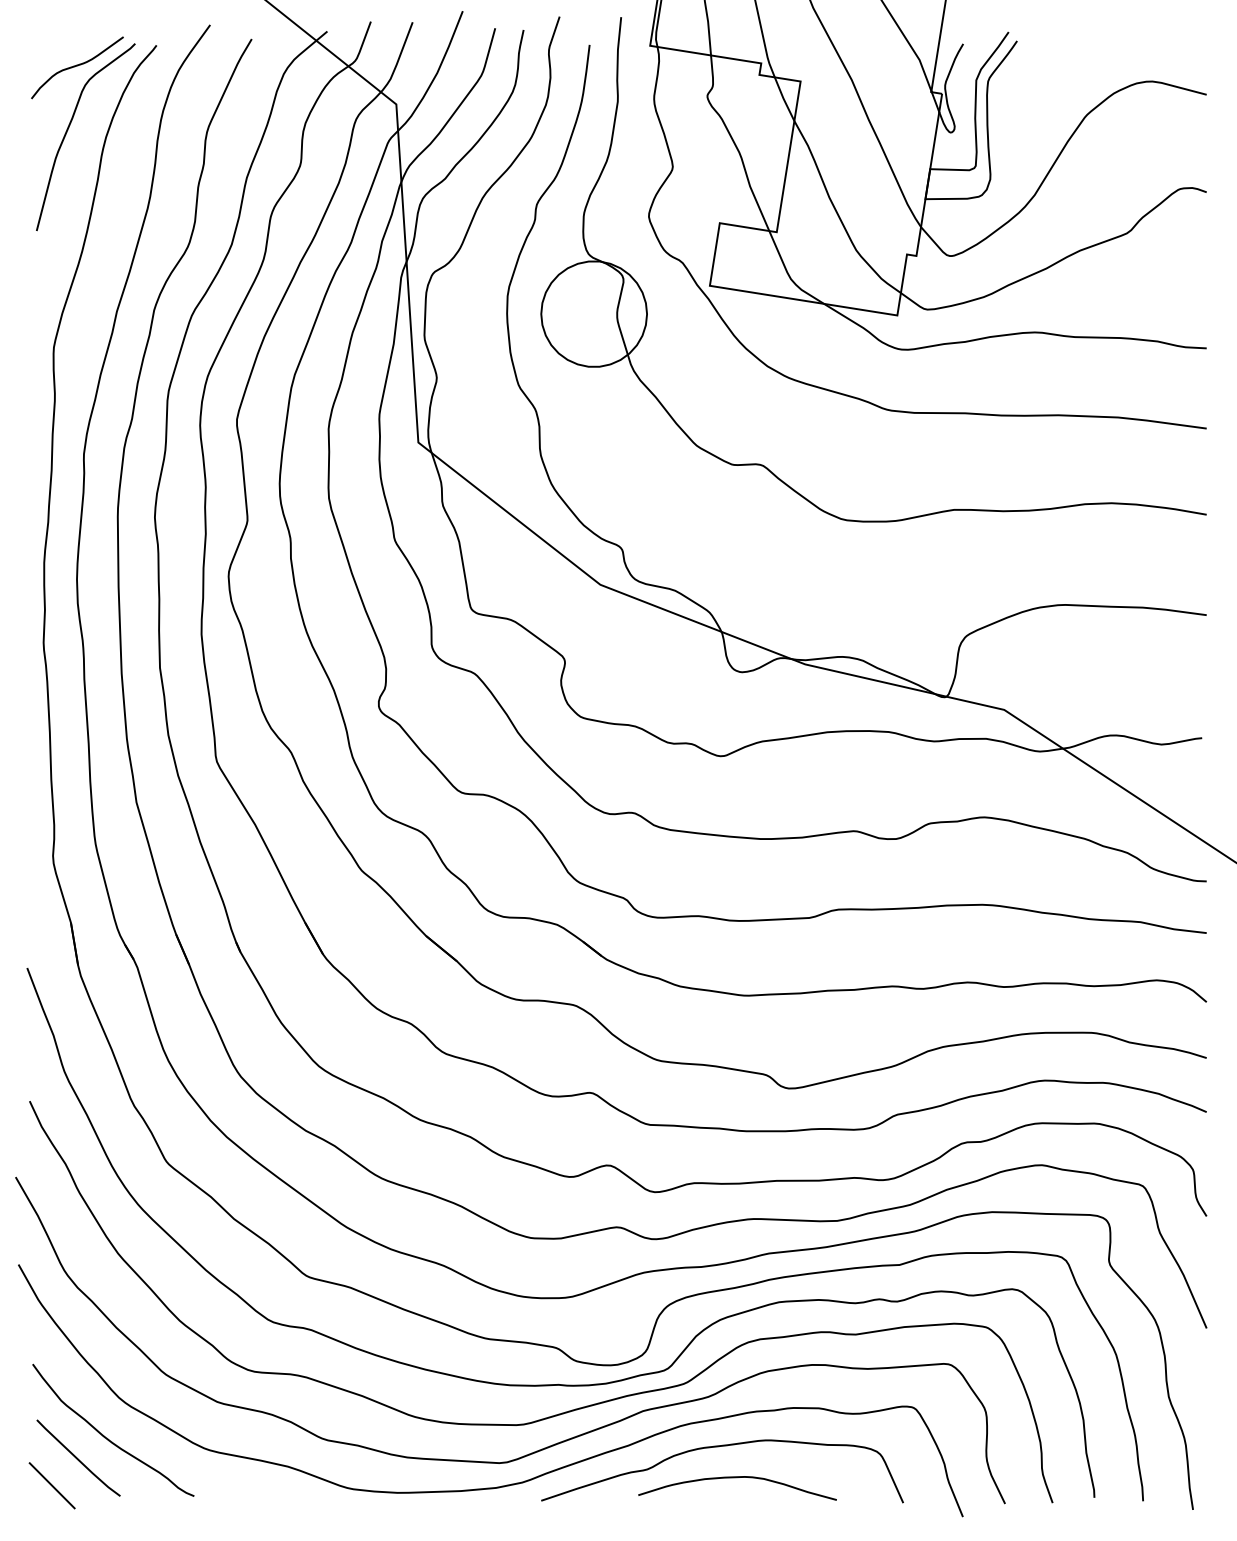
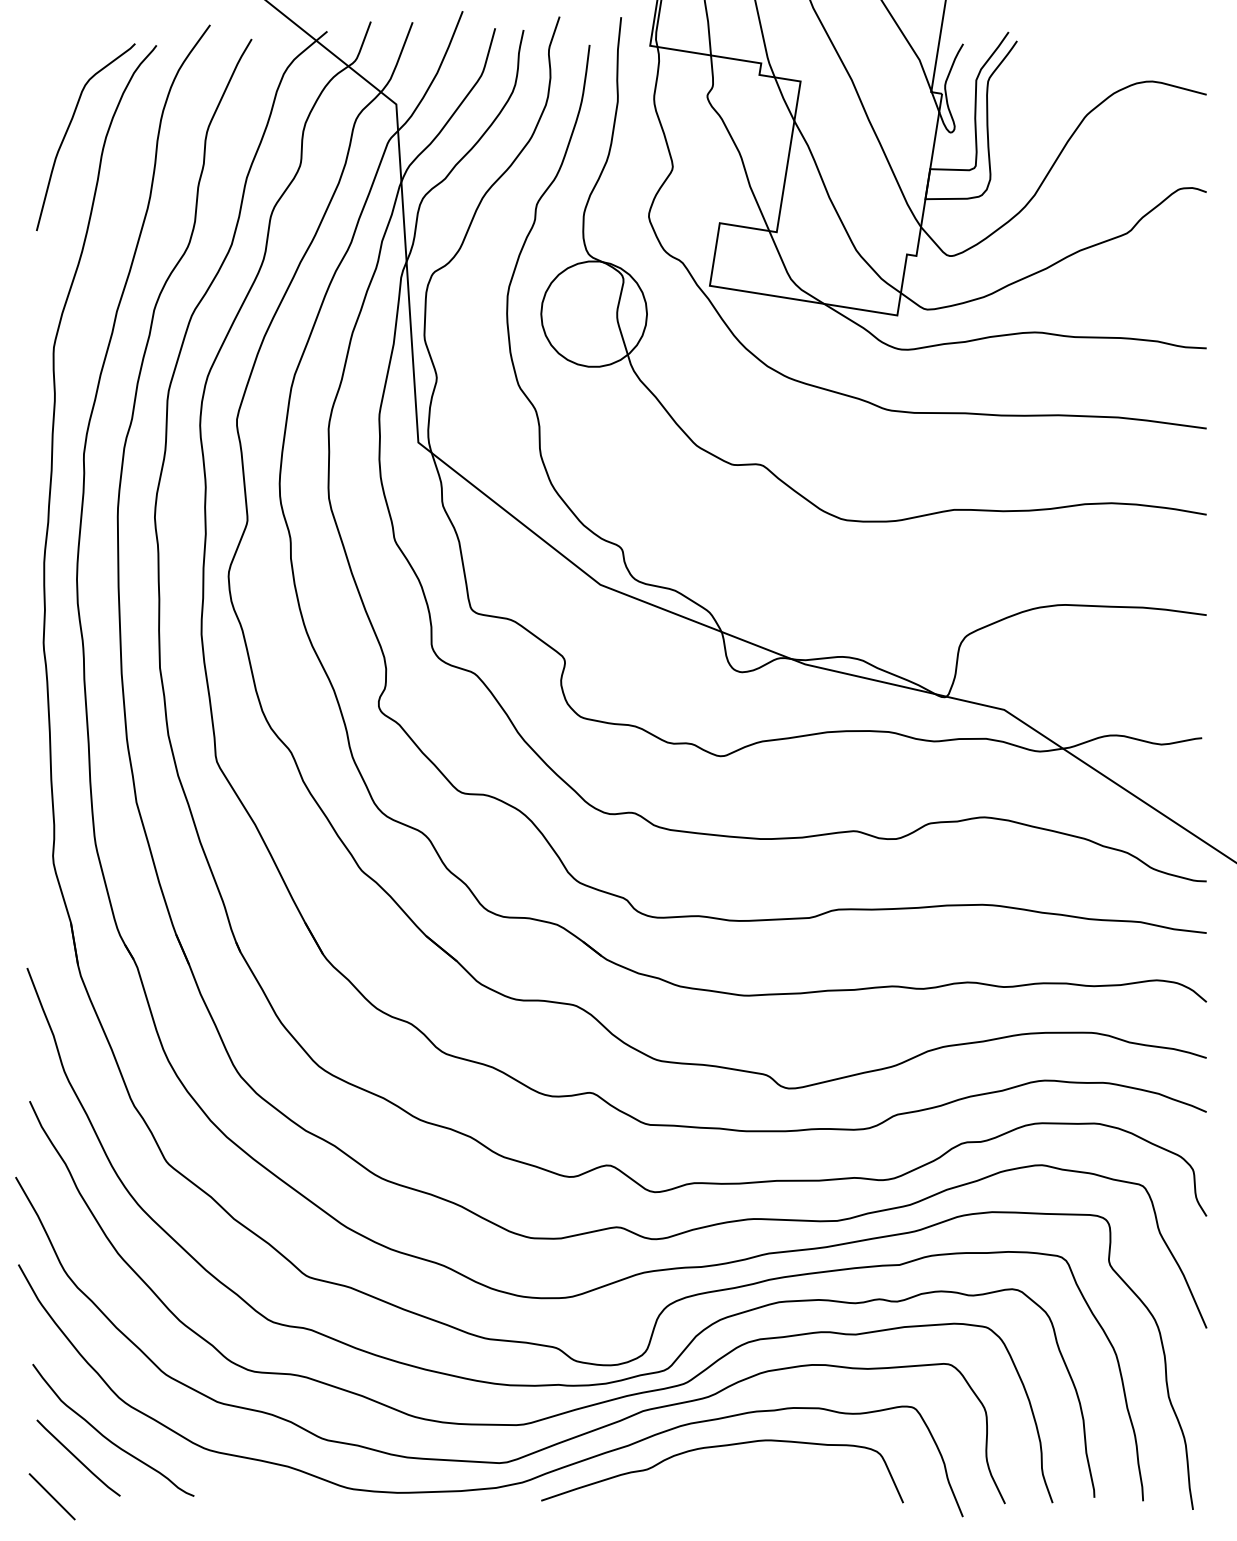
curve at (77, 66): present -> none
curve at (737, 1478): present -> none
line at (51, 1485) position: (51, 1485) -> (51, 1496)
